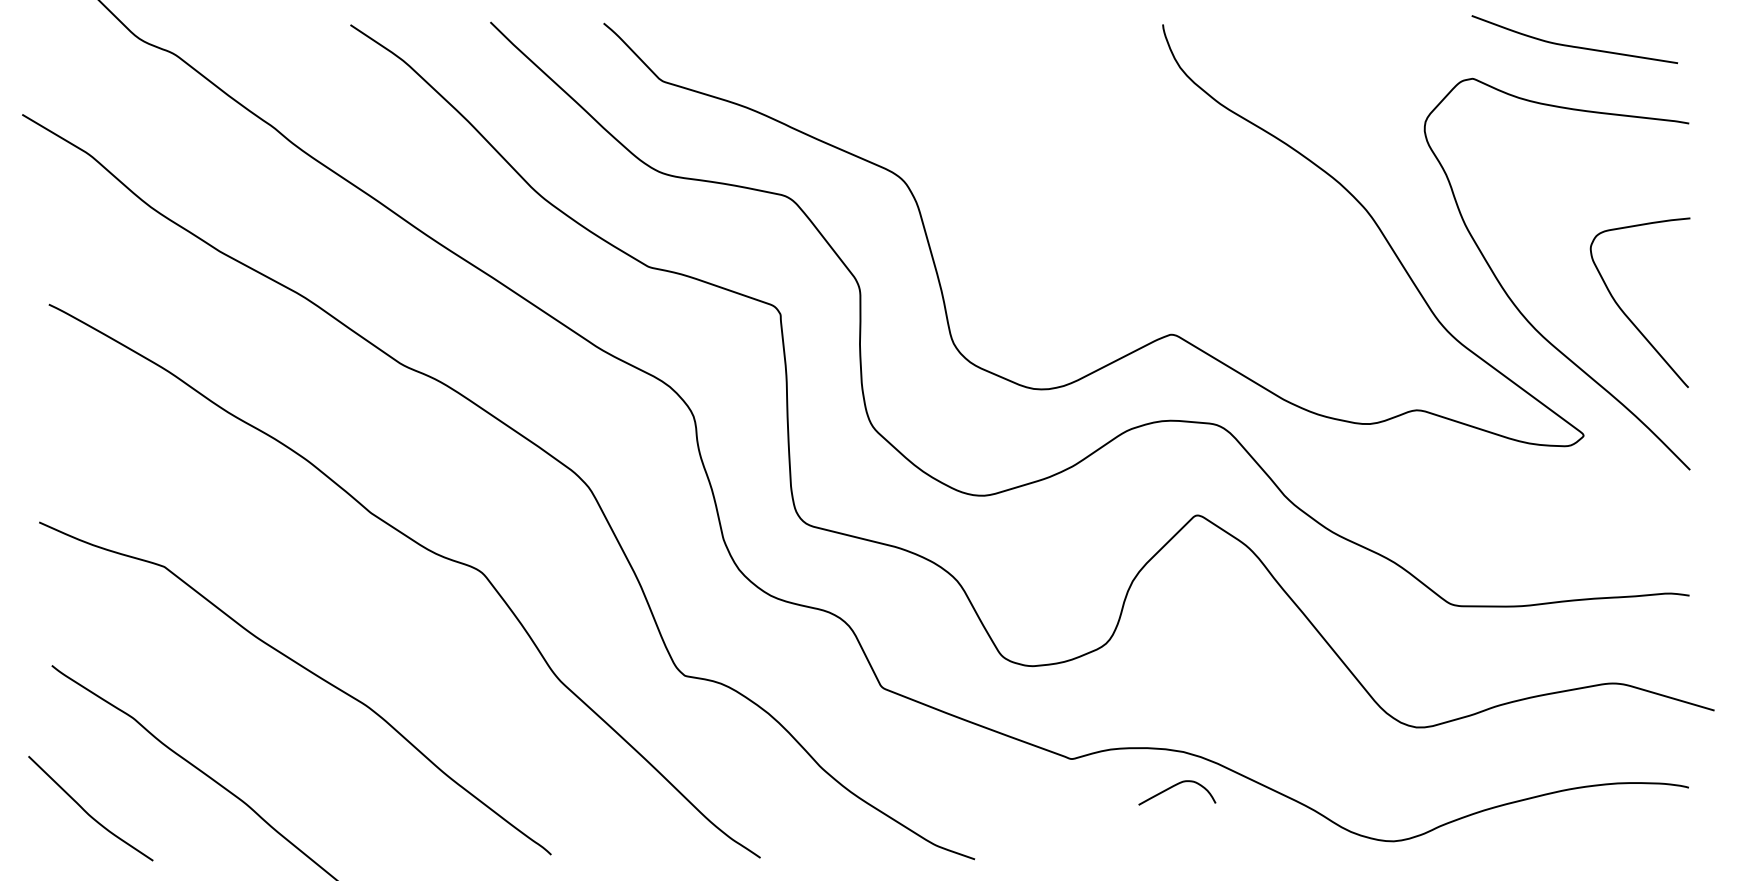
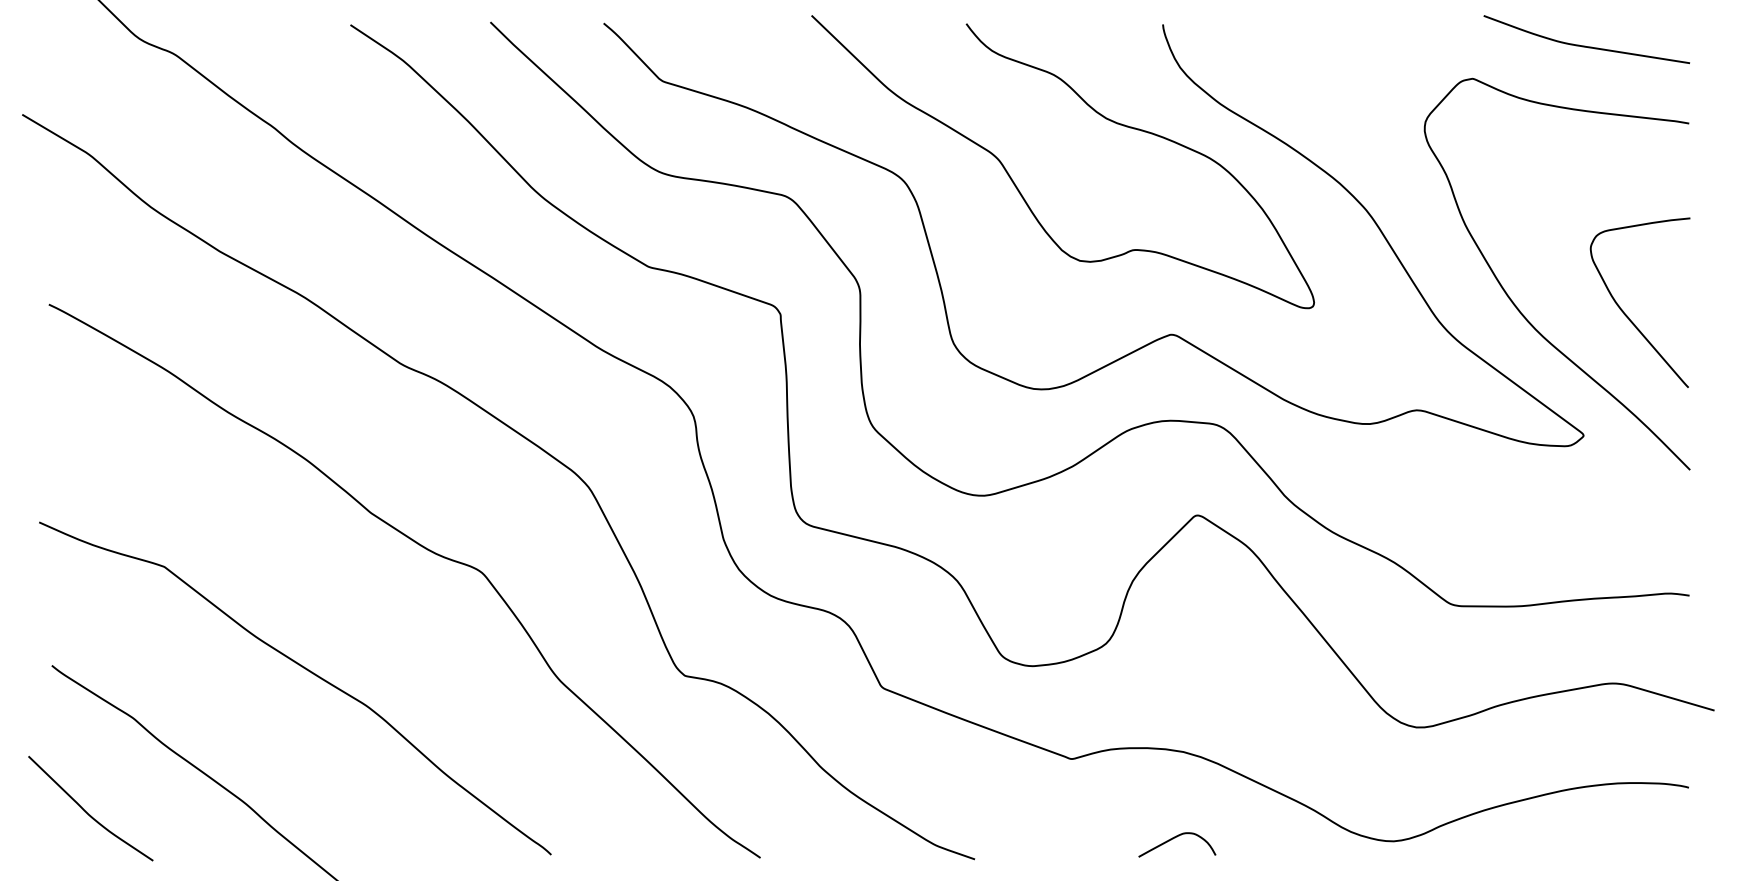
curve at (1573, 45) position: (1573, 45) -> (1585, 45)
curve at (1020, 191): none -> present
curve at (1175, 786) position: (1175, 786) -> (1175, 838)
